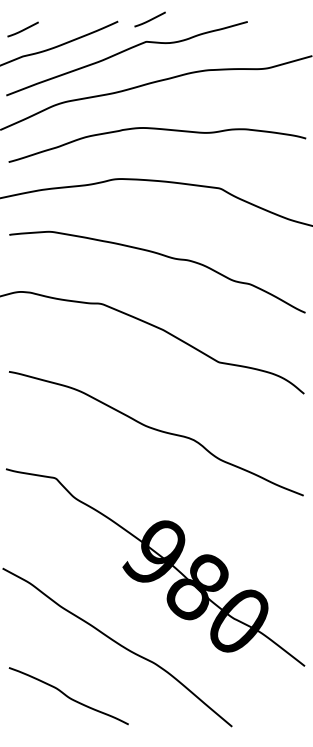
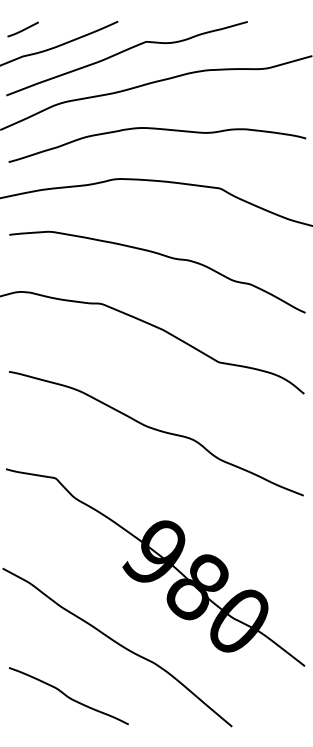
curve at (149, 19): present -> none
